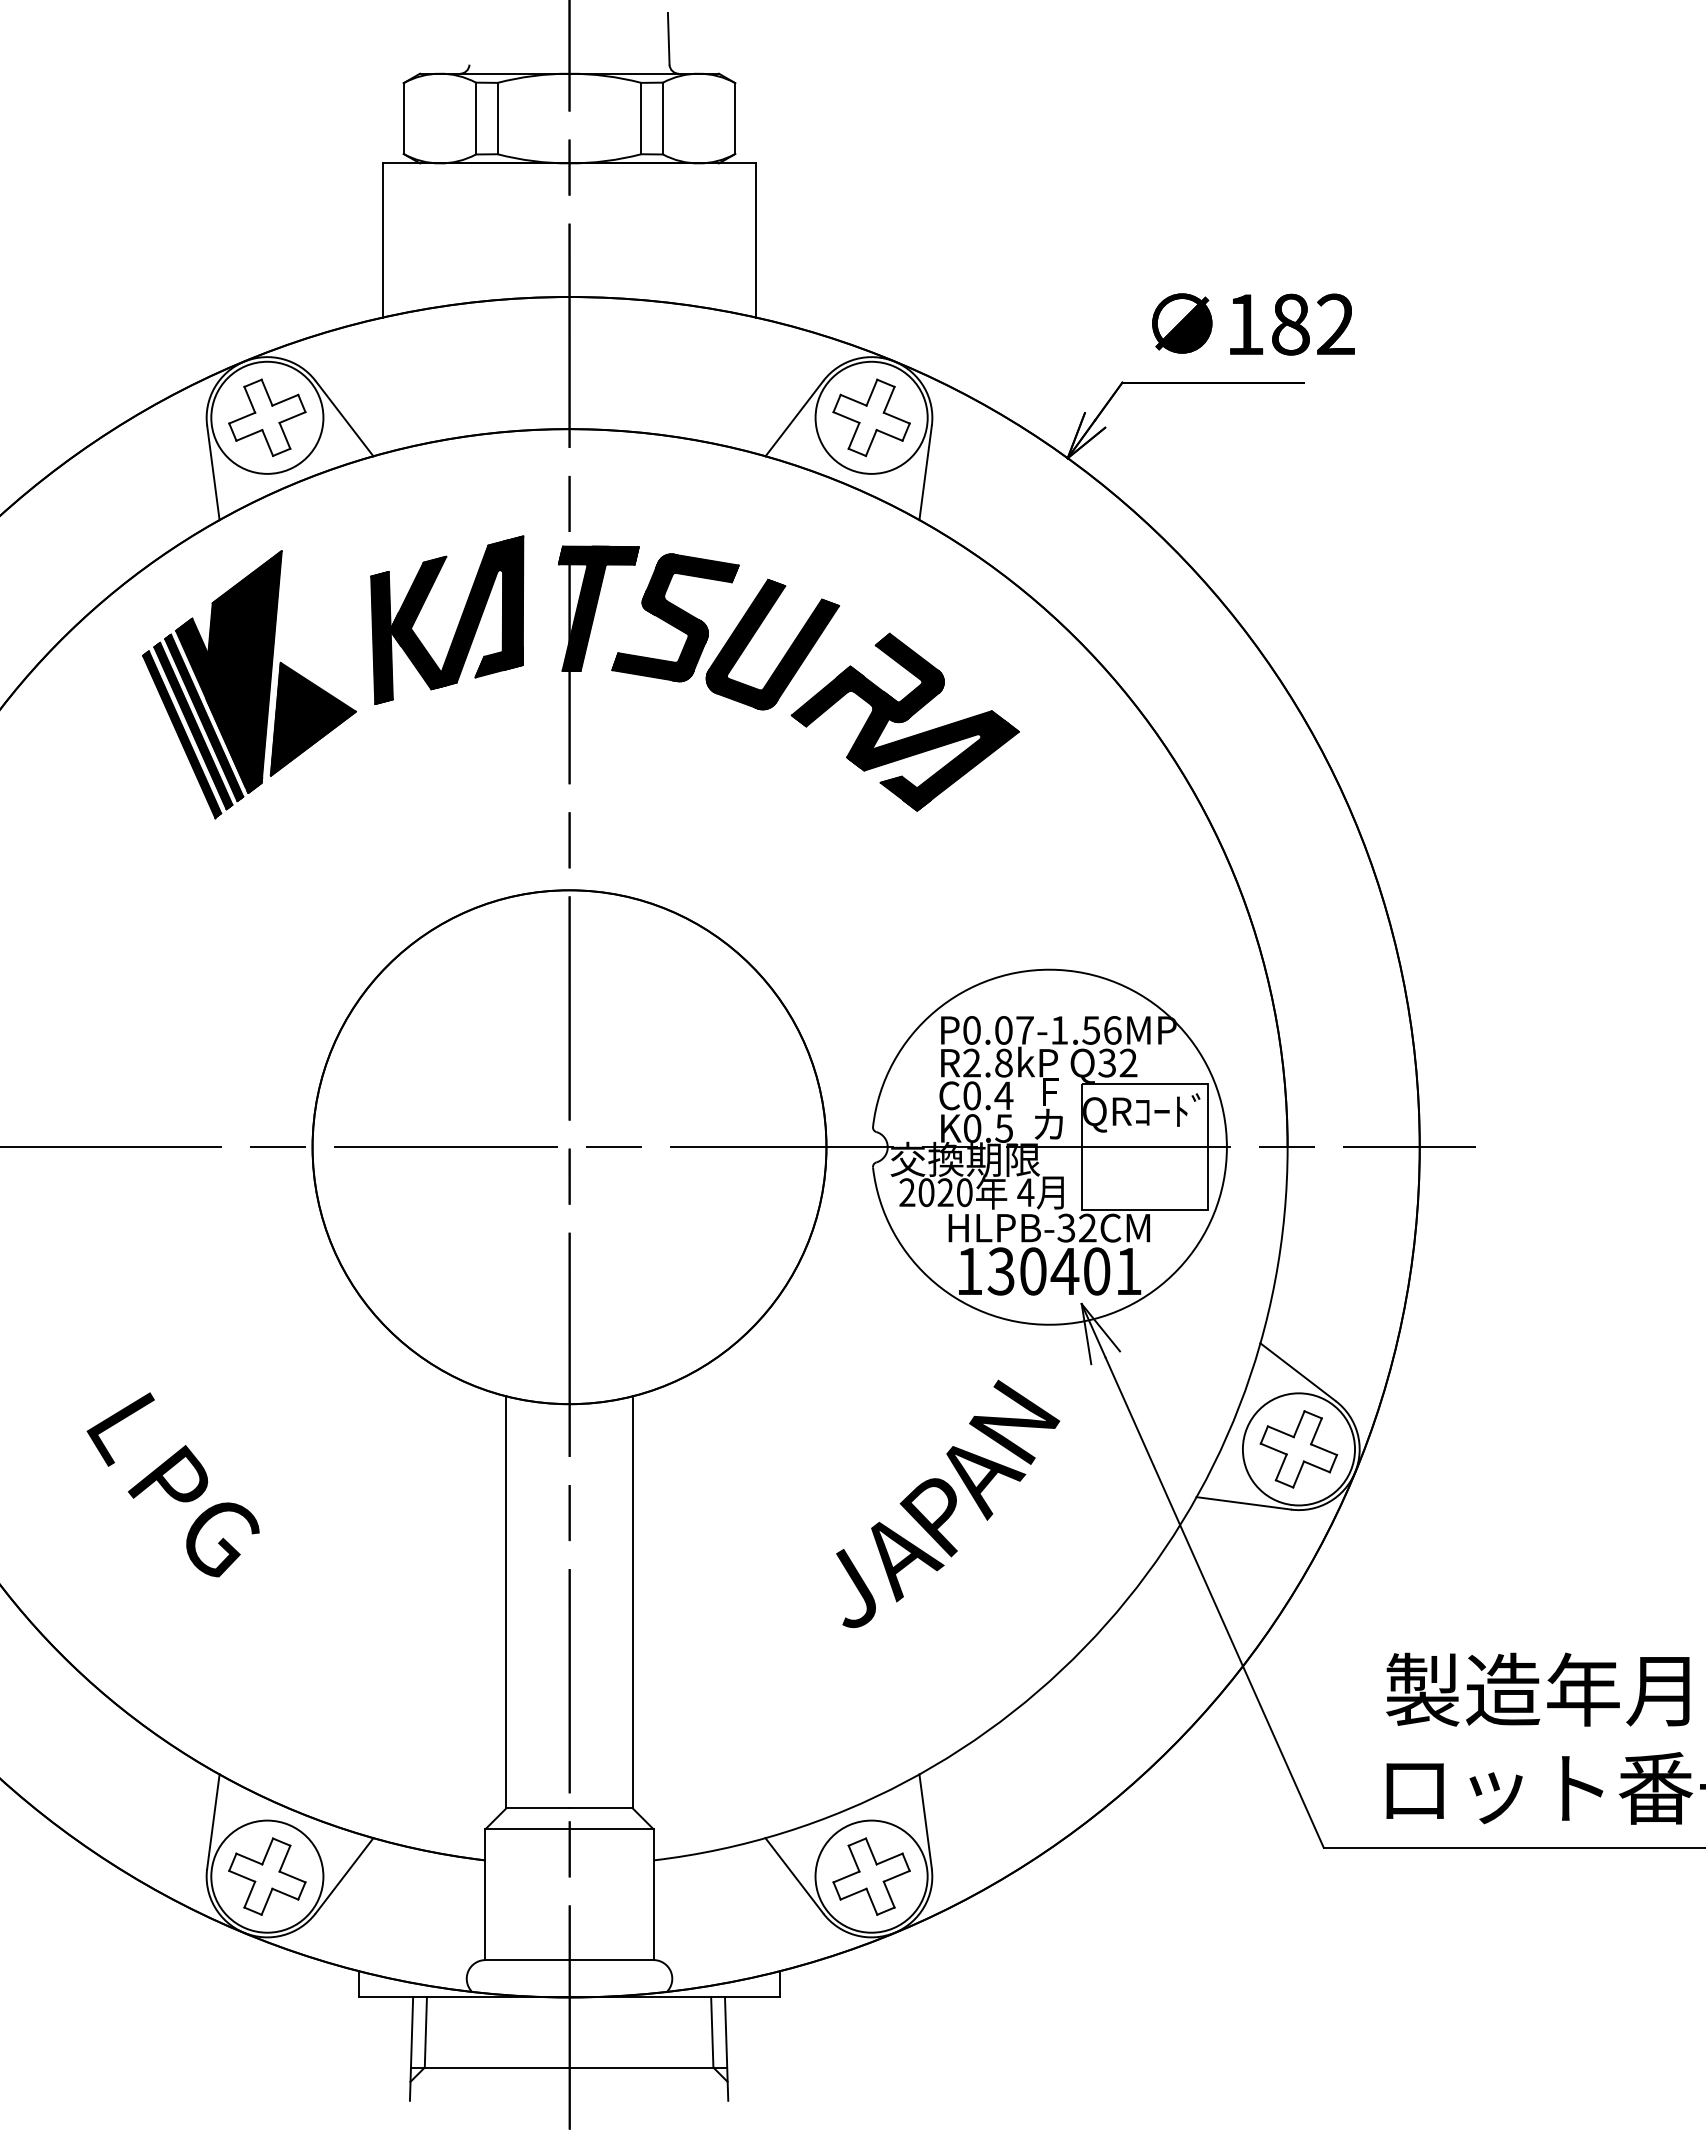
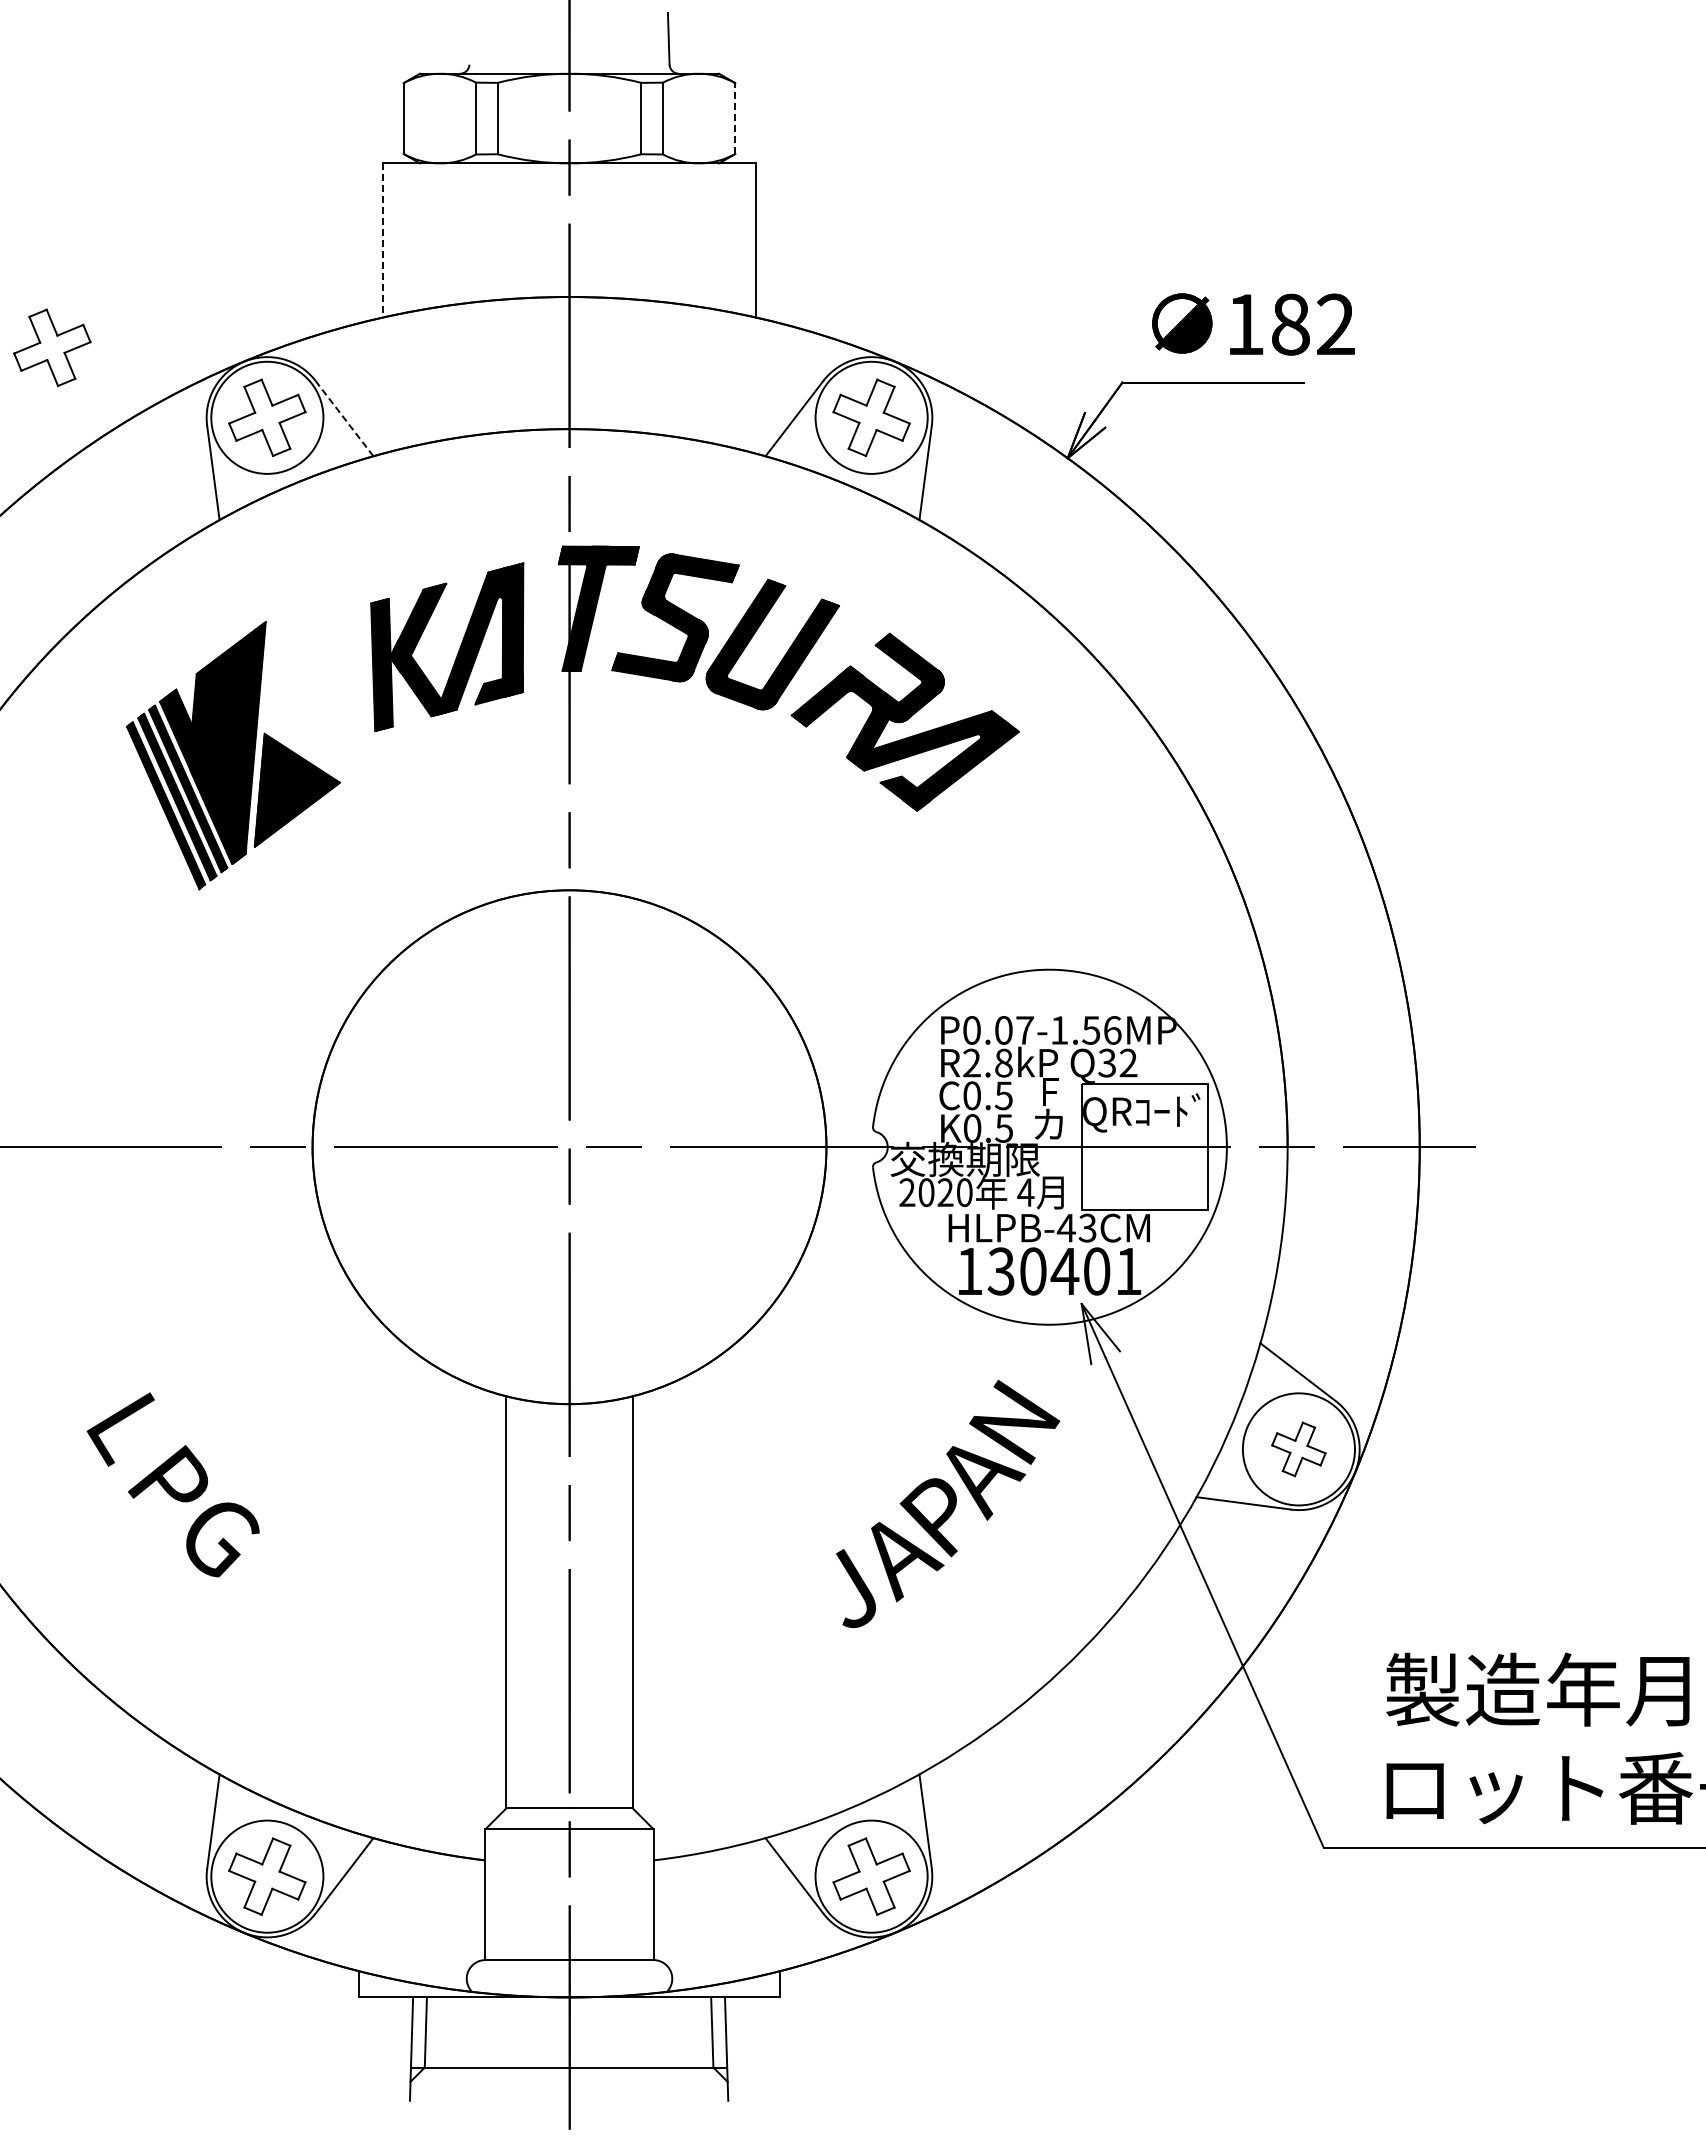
line at (735, 118): solid -> dashed
line at (382, 241): solid -> dashed
part at (52, 347): none -> present
line at (344, 418): solid -> dashed
part at (457, 625) position: (457, 625) -> (457, 652)
part at (249, 684) position: (249, 684) -> (233, 755)
text at (1003, 1095): C0.4 -> C0.5
text at (1076, 1227): HLPB-32CM -> HLPB-43CM
part at (1298, 1449) size: 80x79 px -> 56x57 px
